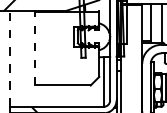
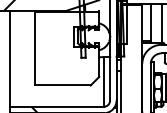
line at (35, 48): dashed -> solid
line at (9, 58): dashed -> solid
